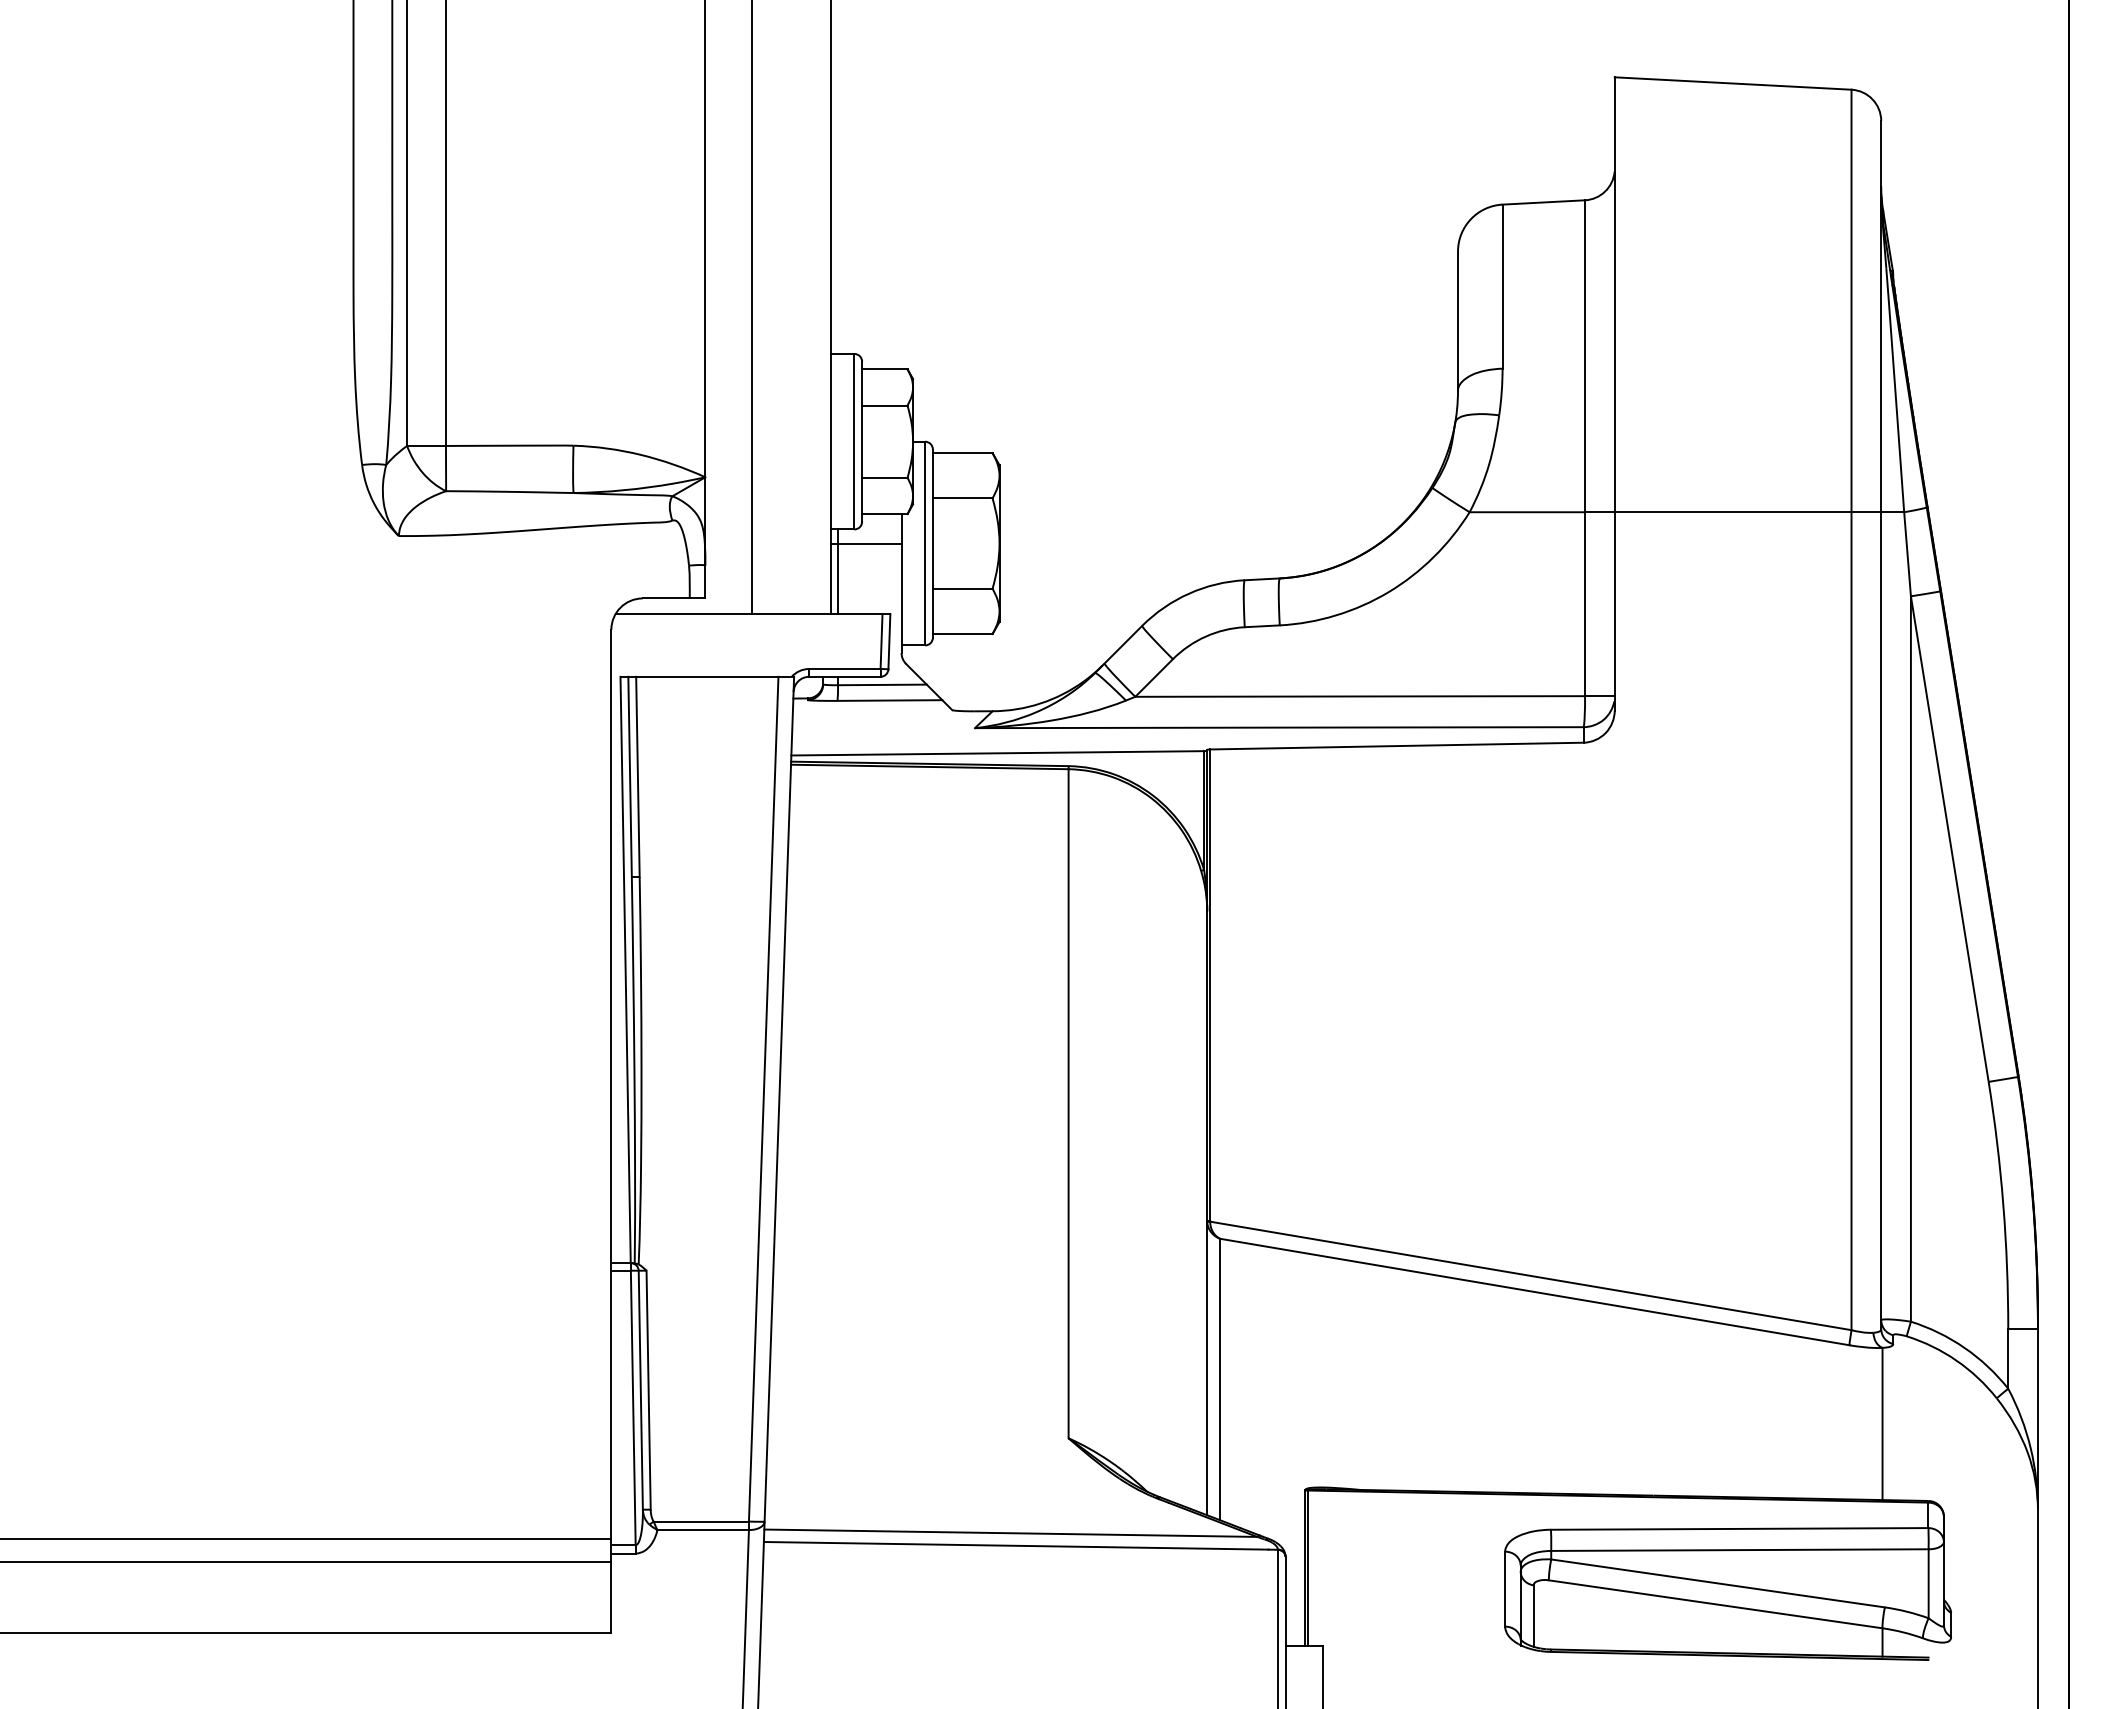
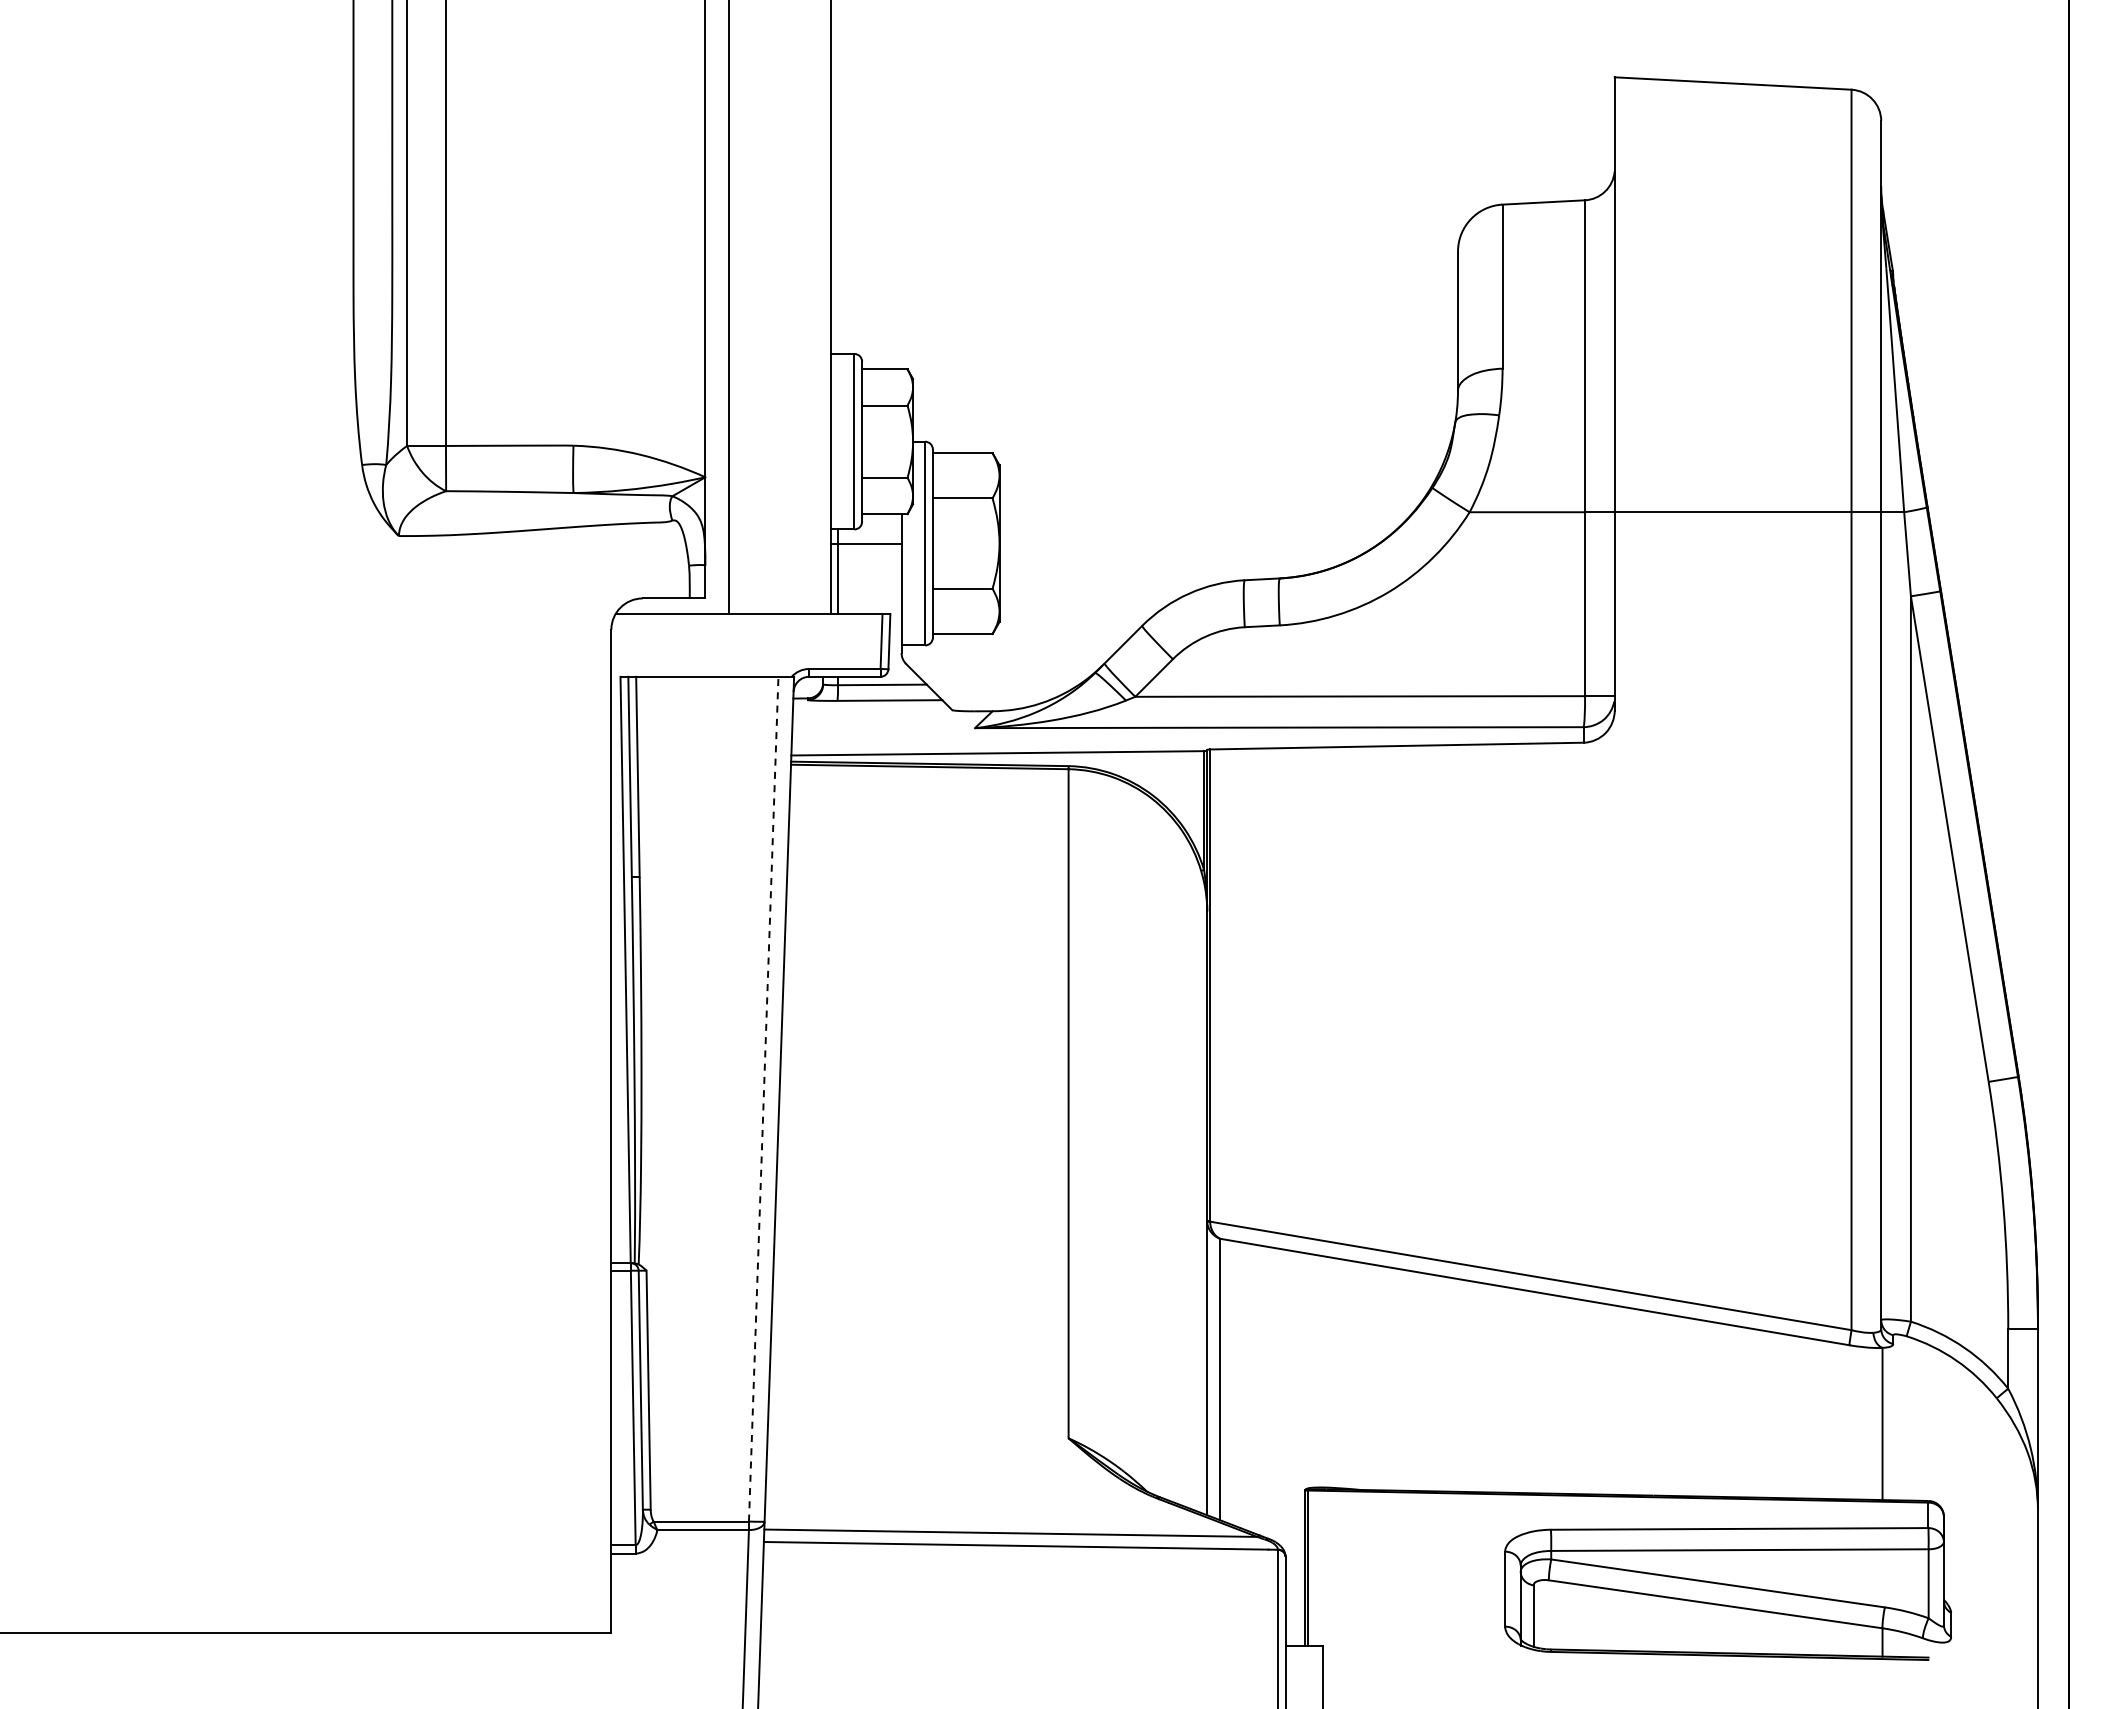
line at (752, 308) position: (752, 308) -> (729, 308)
line at (763, 1099): solid -> dashed
line at (306, 1538): present -> none
line at (306, 1562): present -> none
